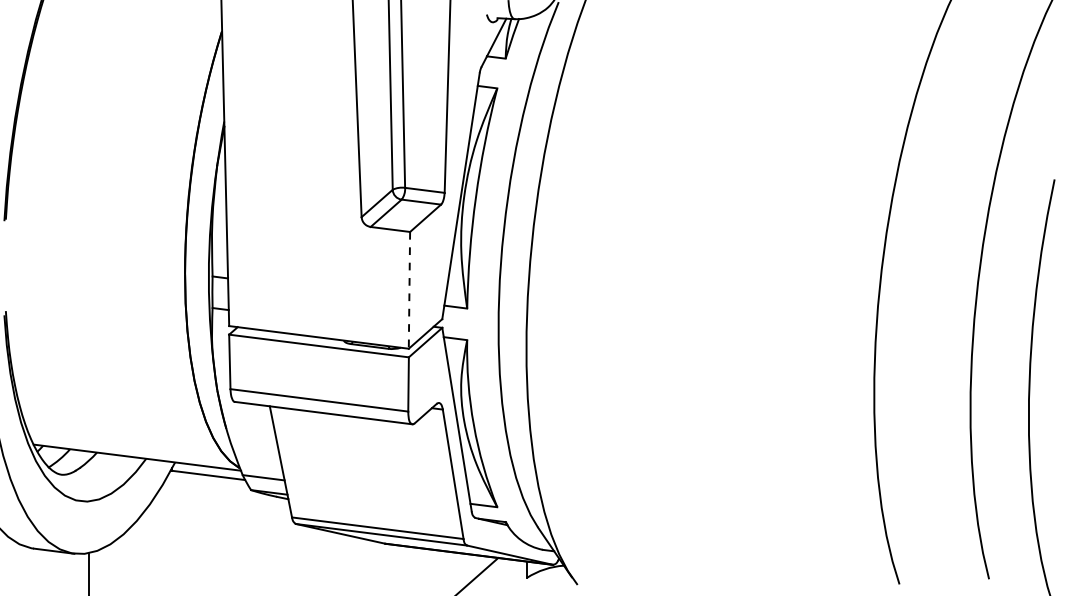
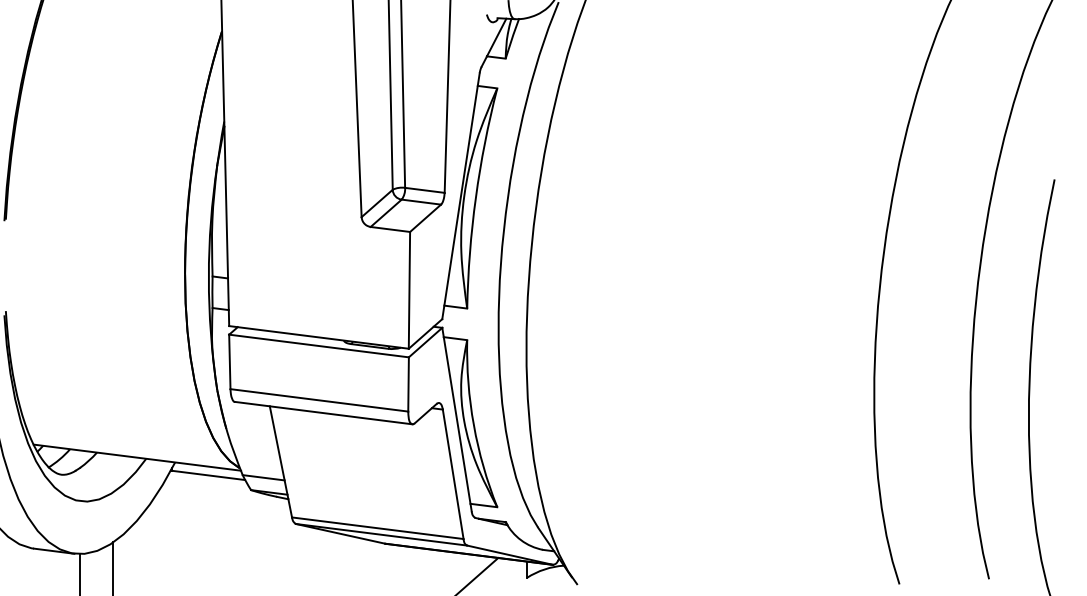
line at (409, 290): dashed -> solid
line at (113, 567): none -> present
line at (89, 573) position: (89, 573) -> (80, 573)
